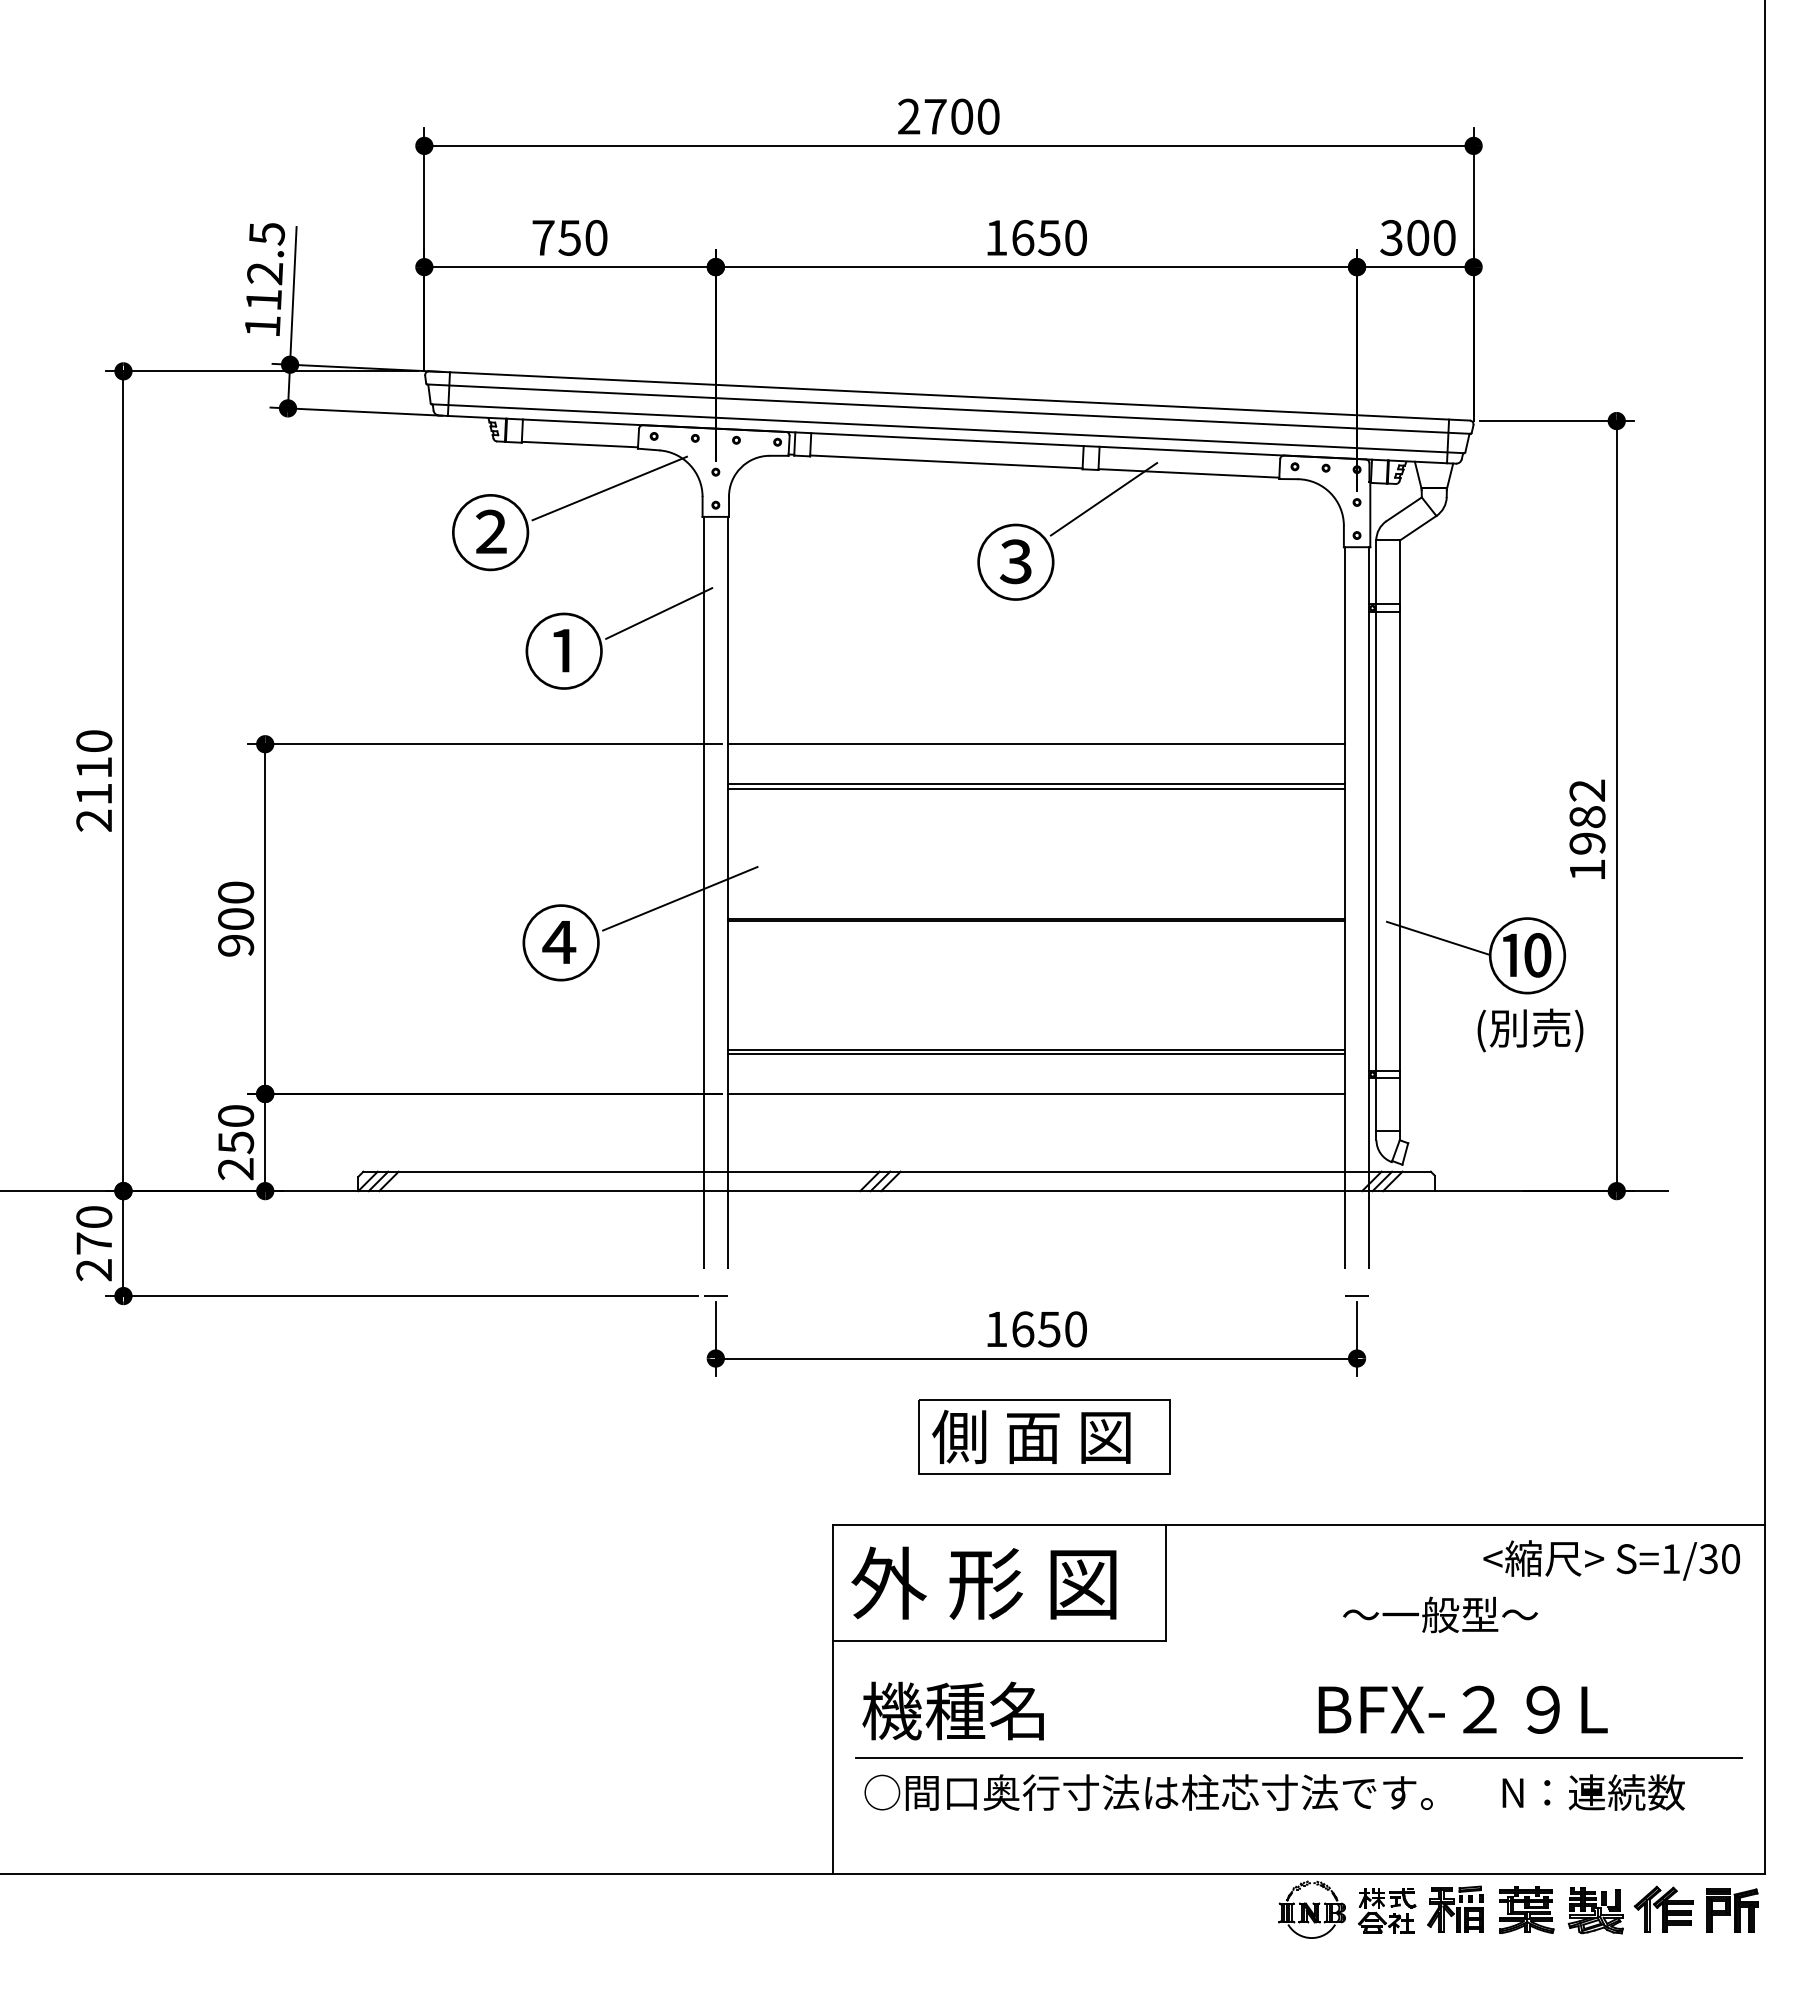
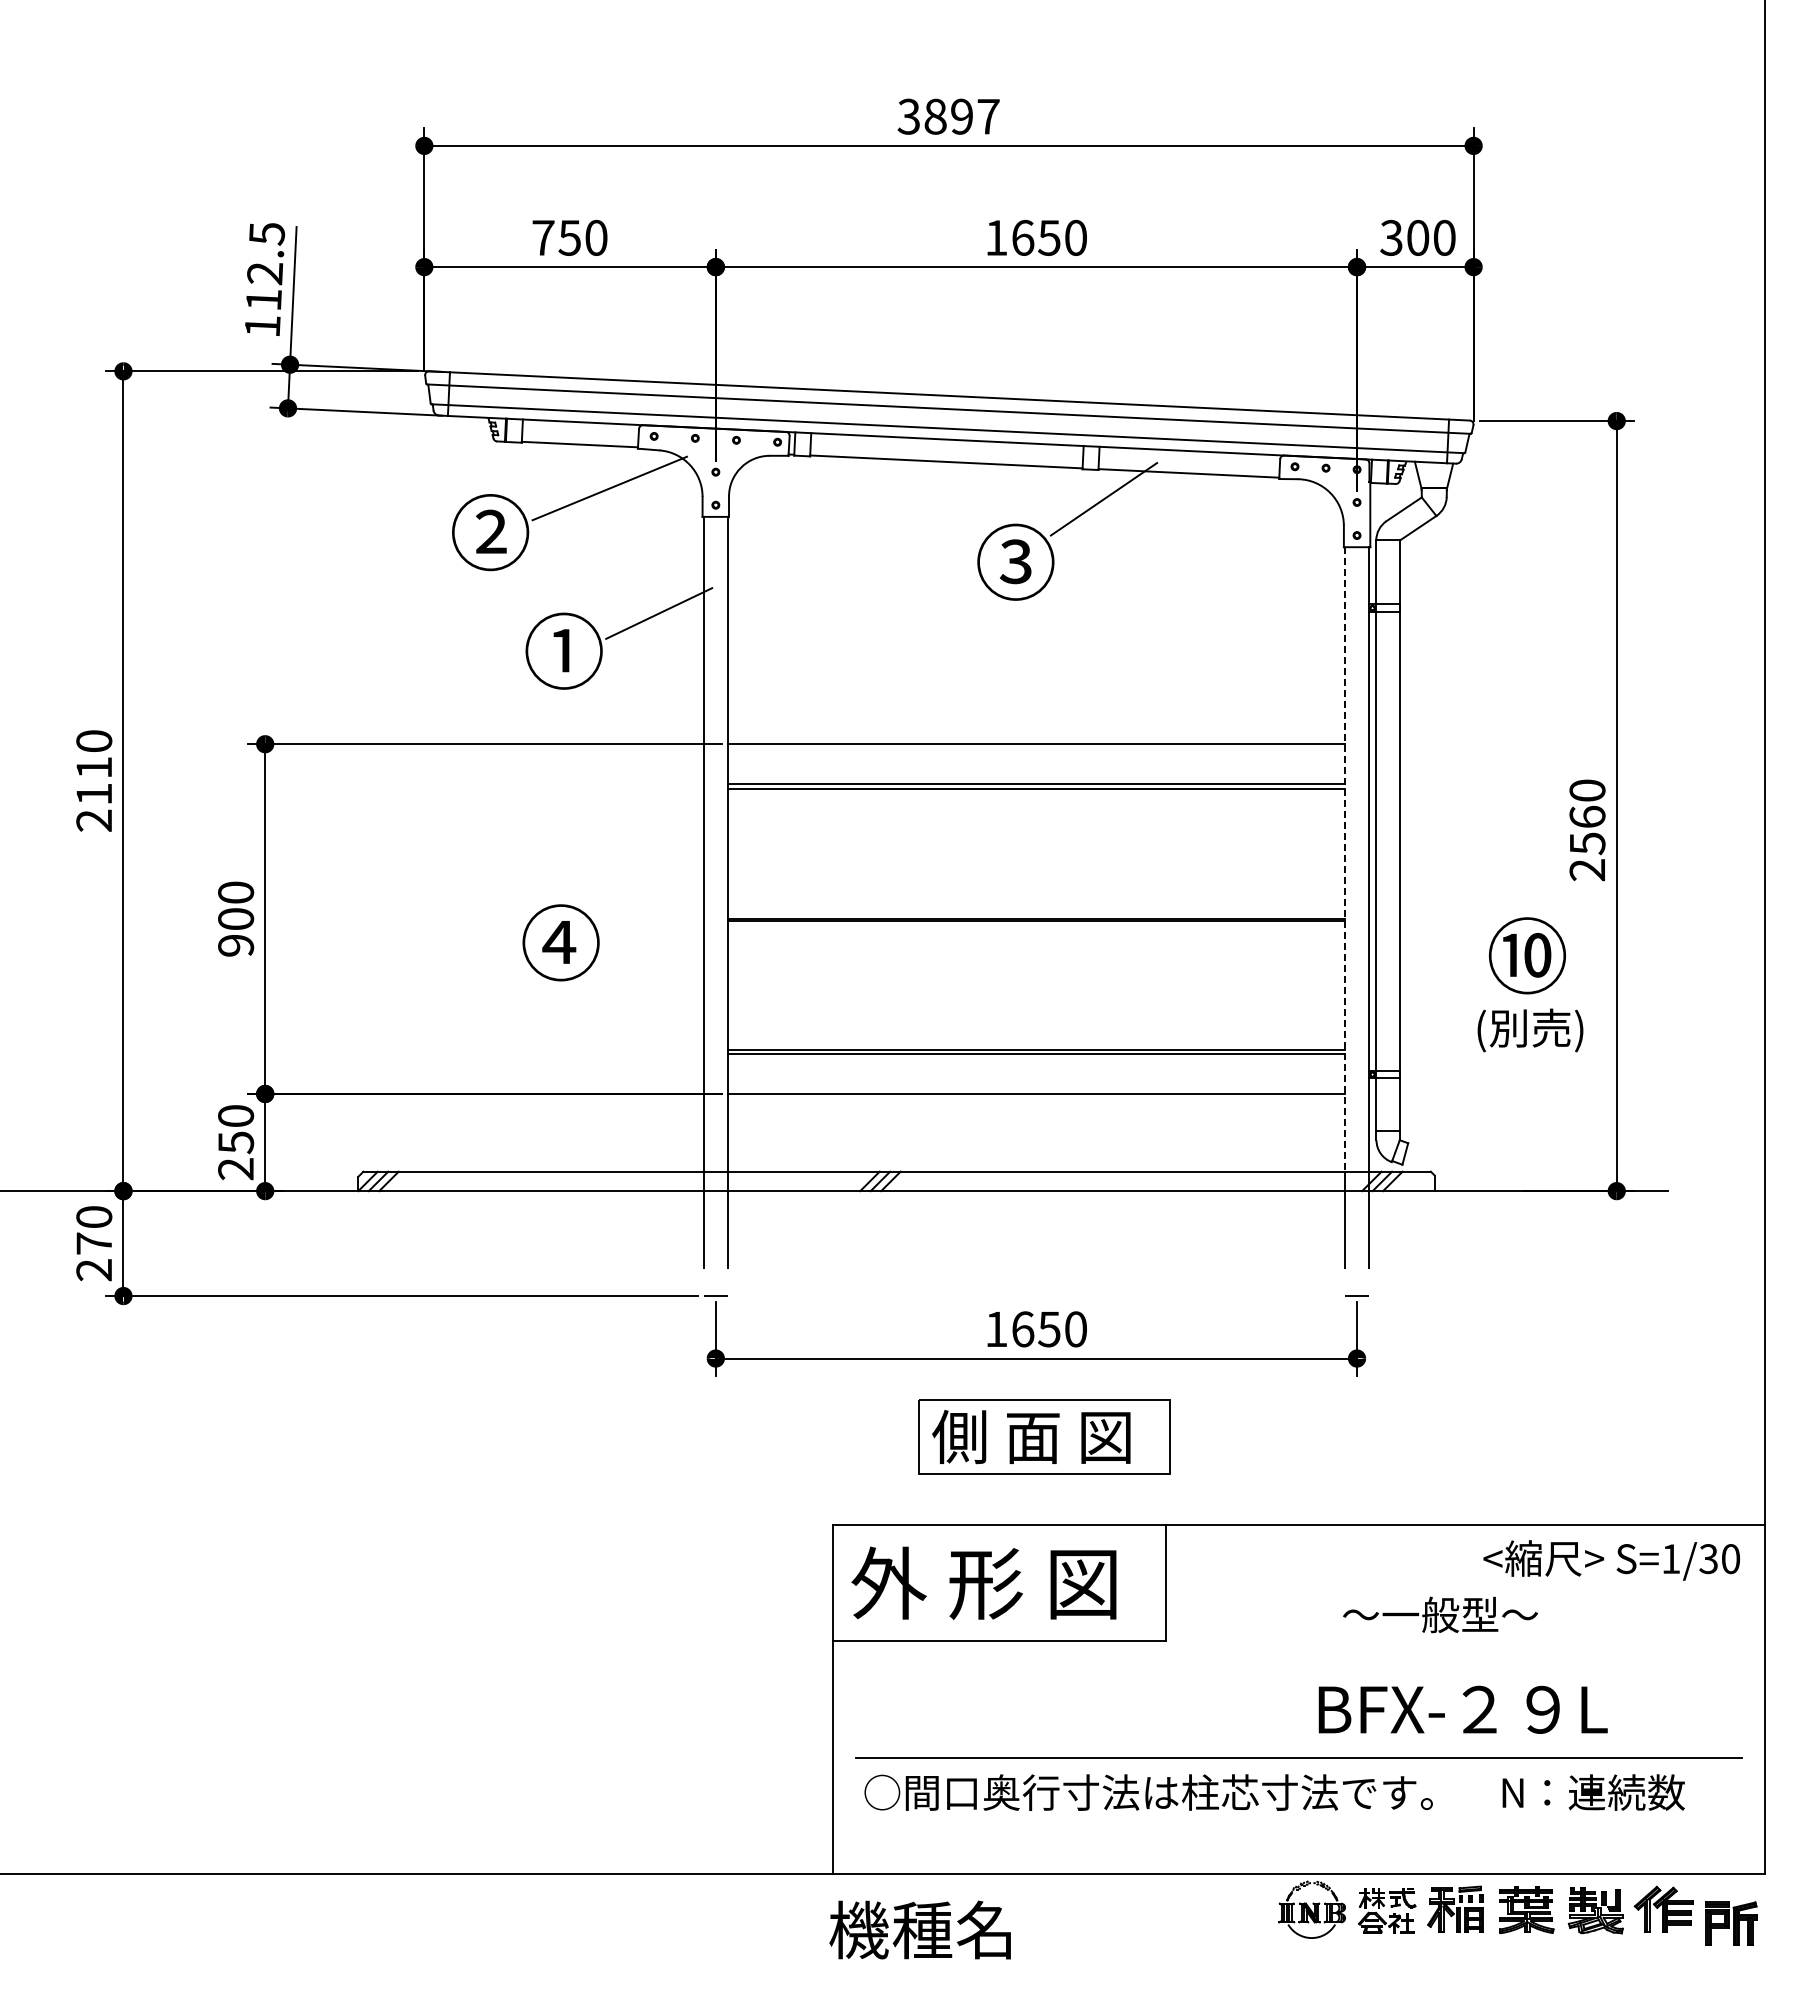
text at (948, 116): 2700 -> 3897
text at (1587, 830): 1982 -> 2560
line at (1345, 859): solid -> dashed
line at (680, 898): present -> none
line at (1437, 937): present -> none
text at (952, 1710) position: (952, 1710) -> (919, 1929)
part at (1732, 1910) position: (1732, 1910) -> (1731, 1923)
